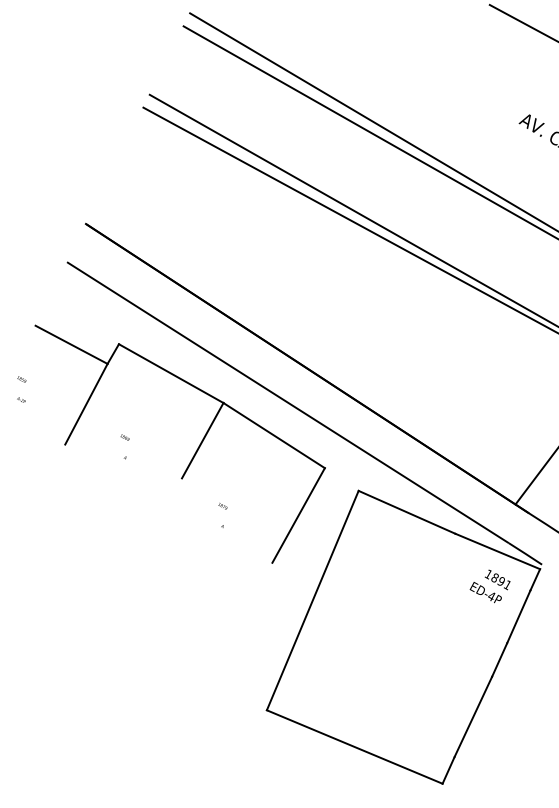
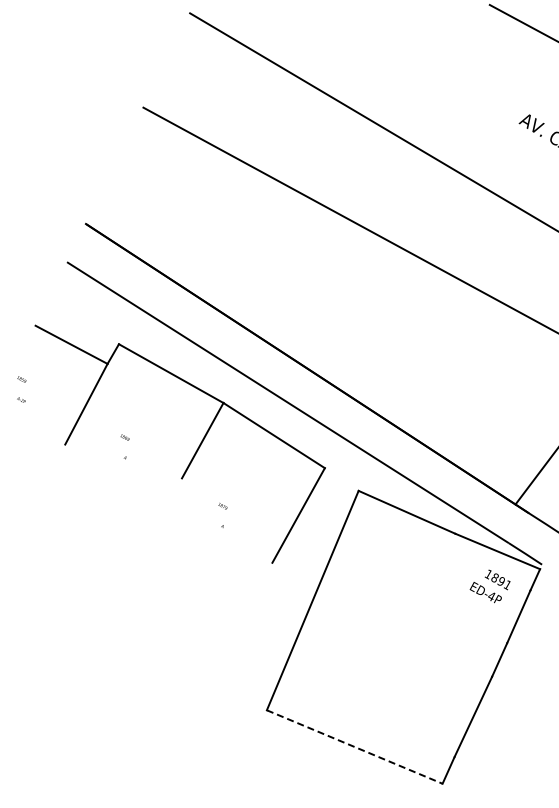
line at (369, 131): present -> none
line at (352, 209): present -> none
line at (355, 747): solid -> dashed
